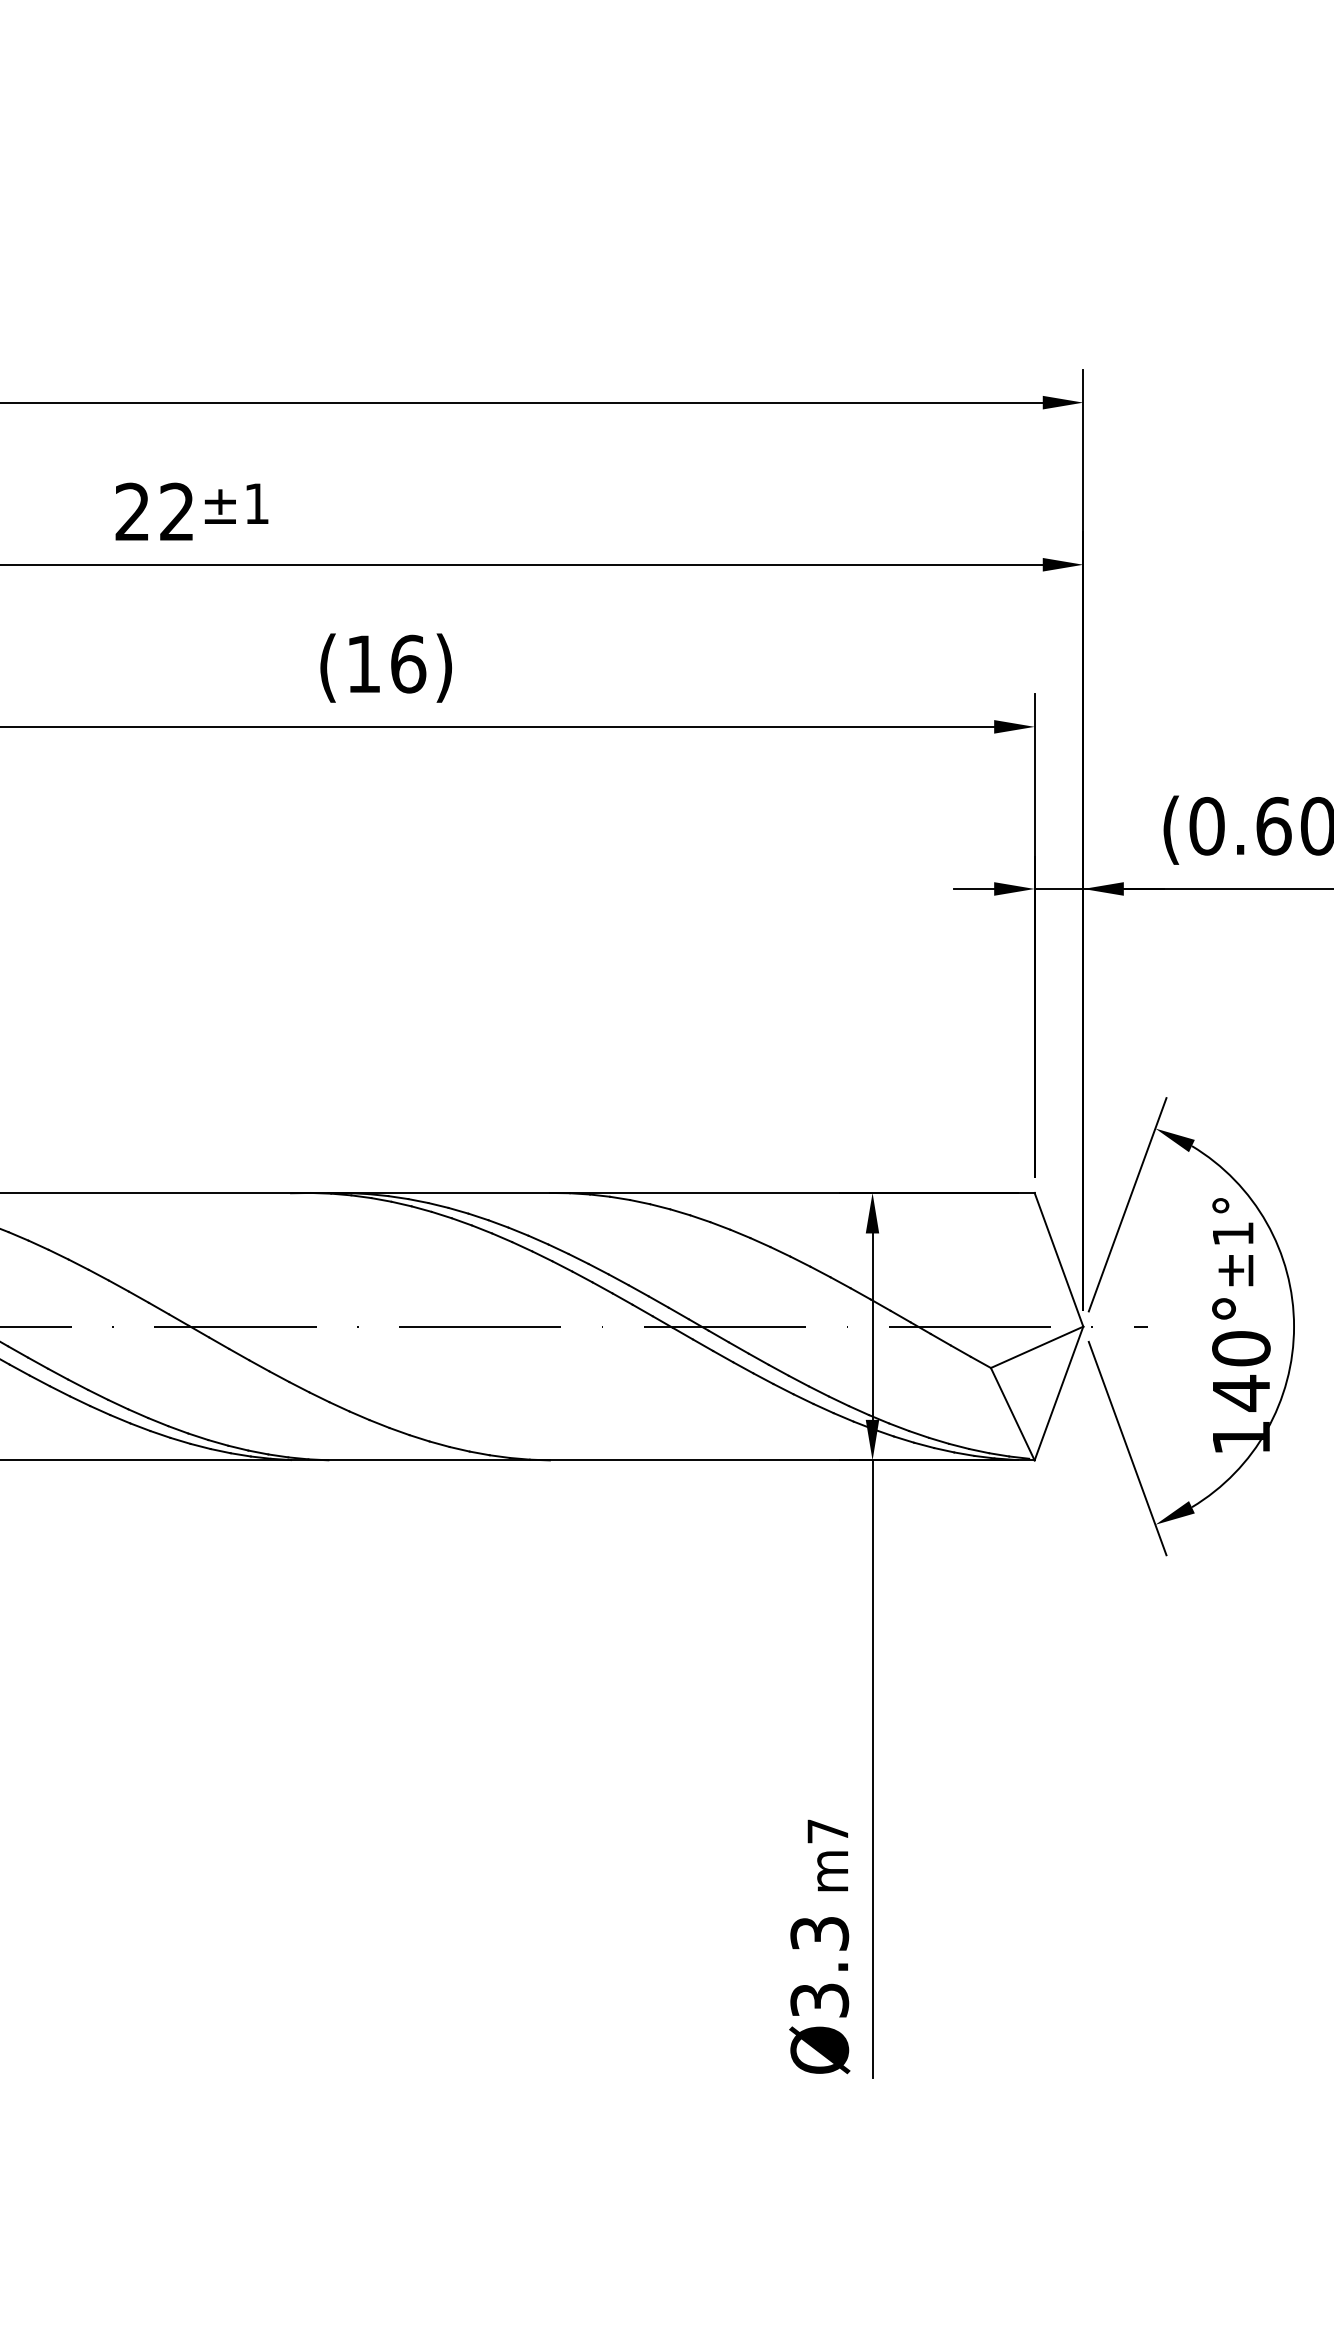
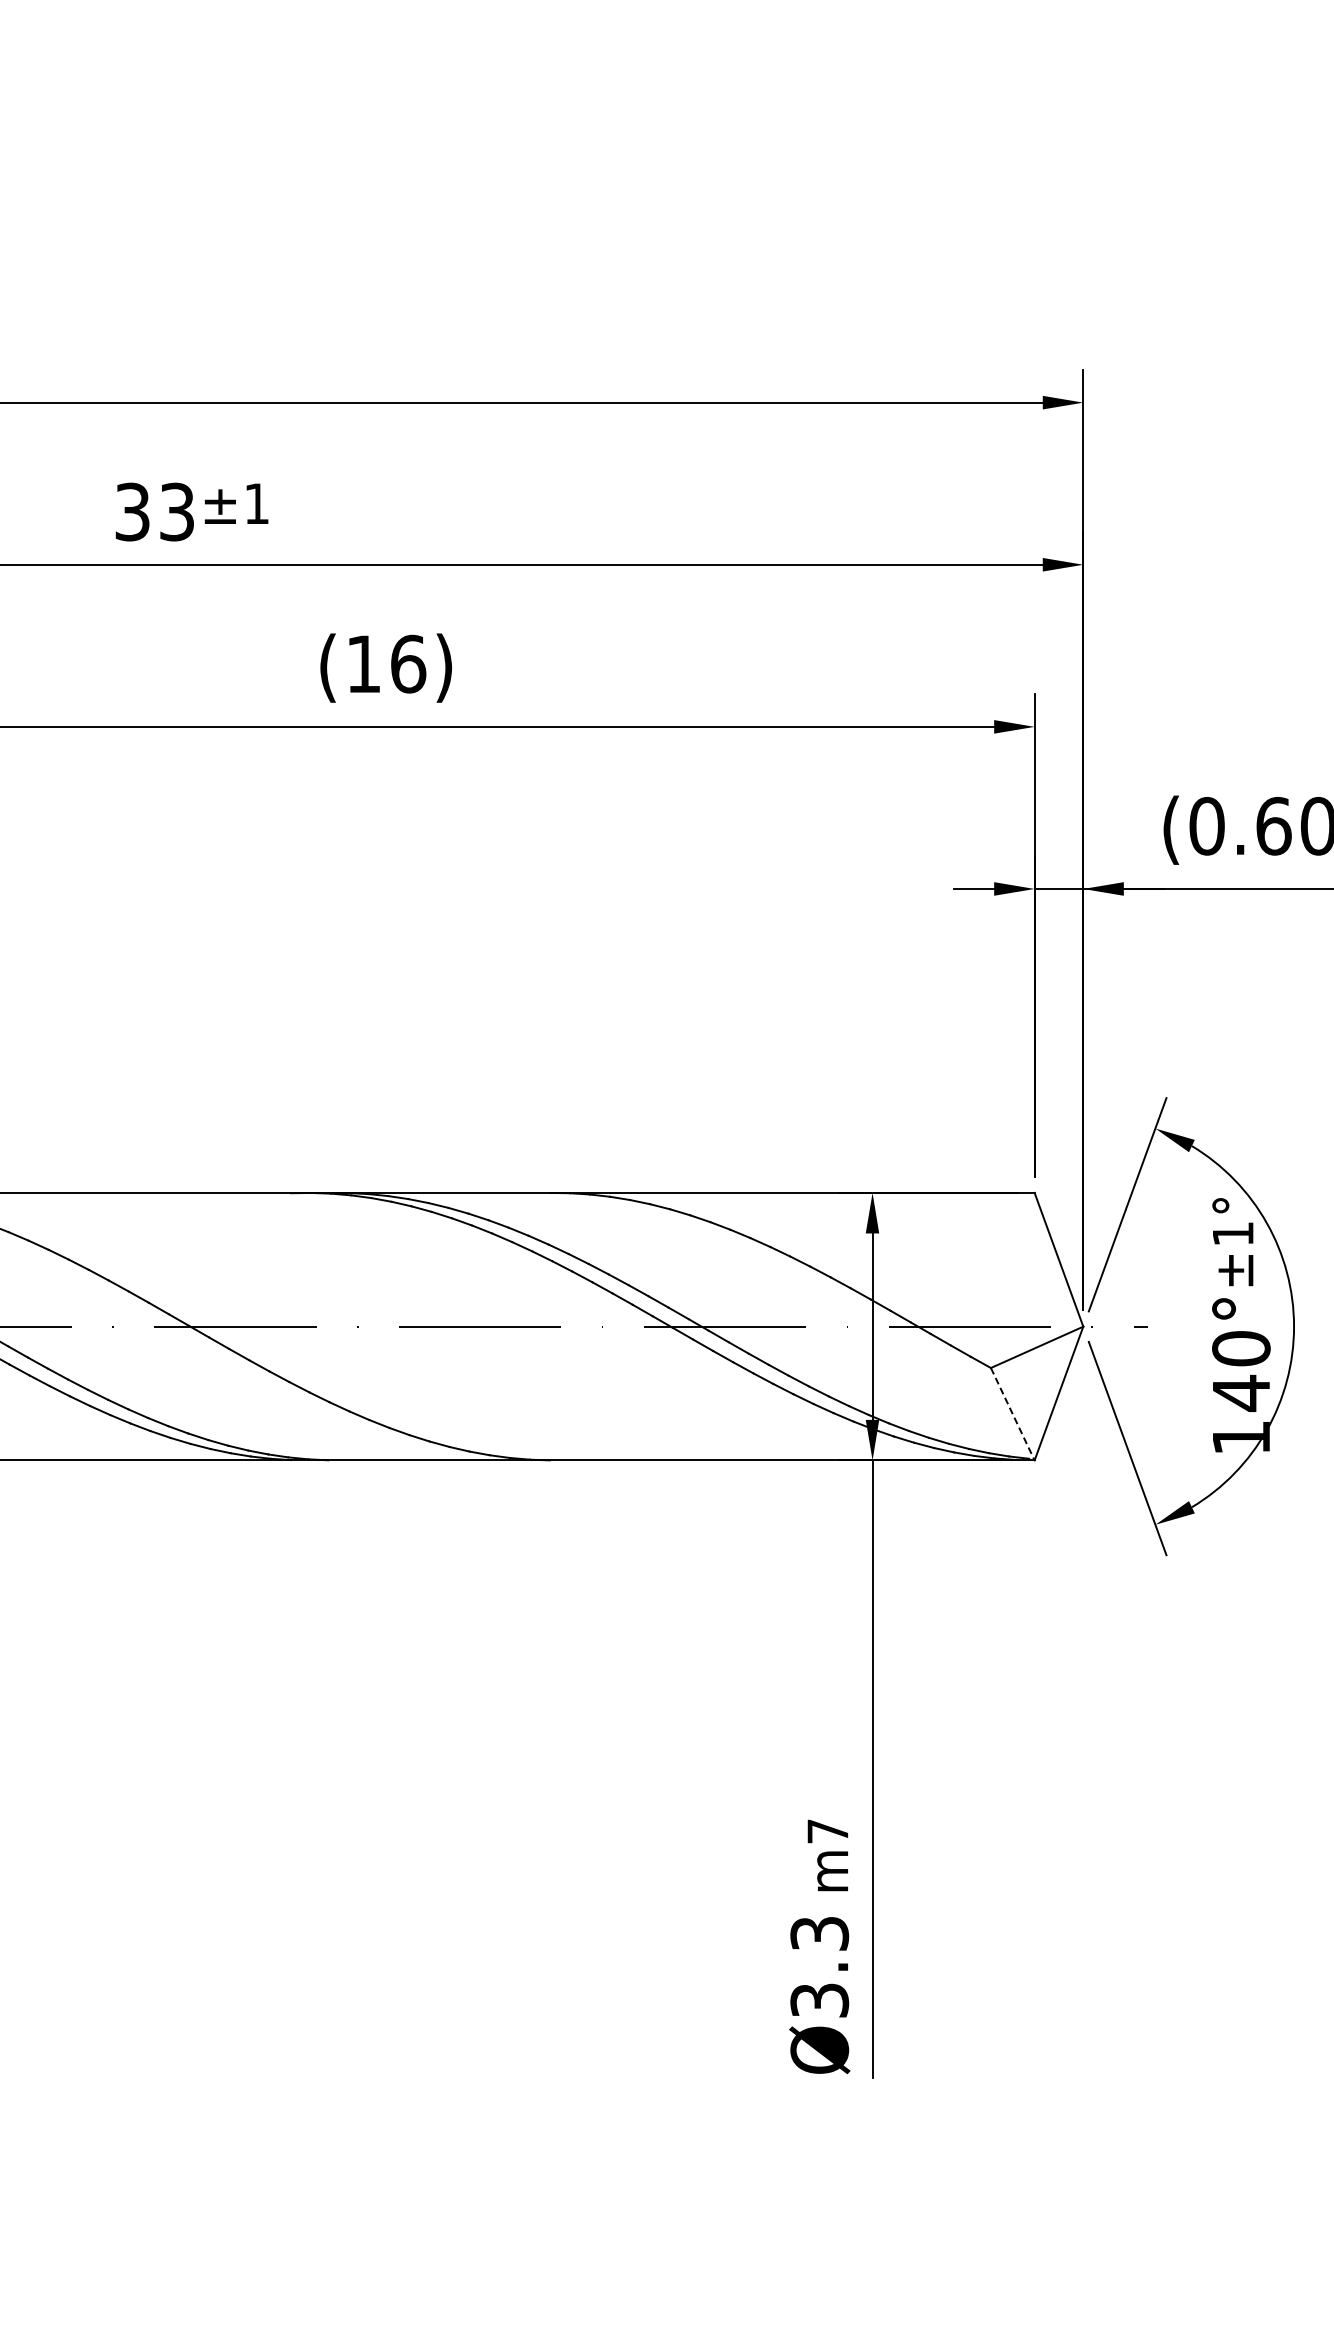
text at (154, 511): 22 -> 33
line at (1013, 1414): solid -> dashed
